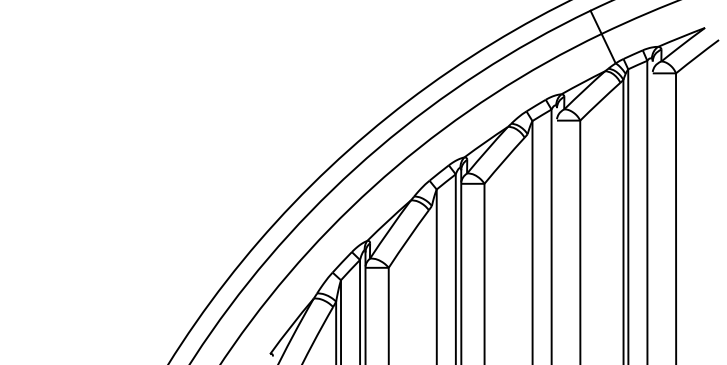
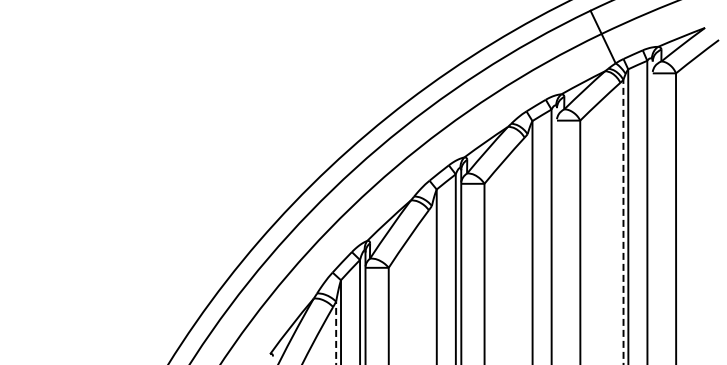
line at (623, 221): solid -> dashed
line at (336, 332): solid -> dashed
